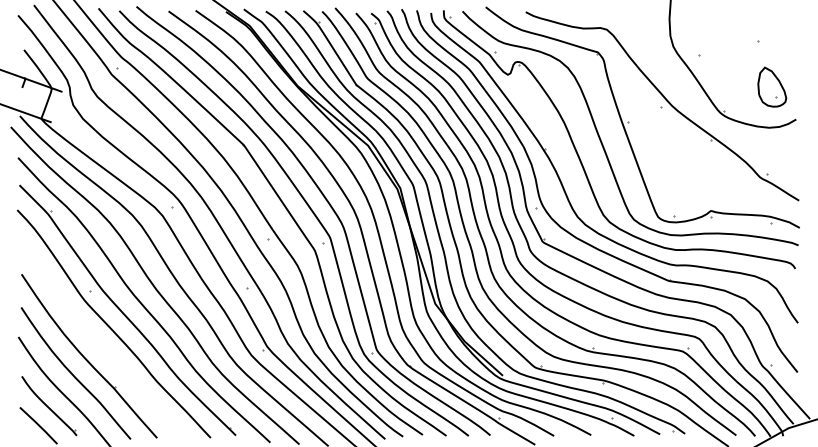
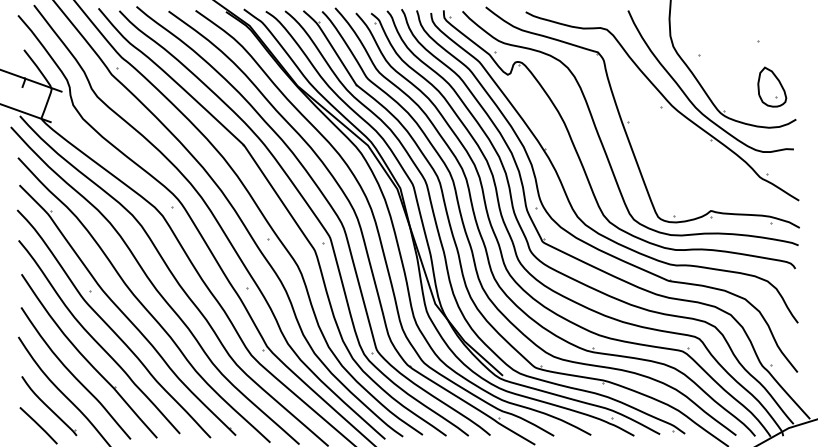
curve at (690, 99): none -> present
curve at (96, 340): none -> present
